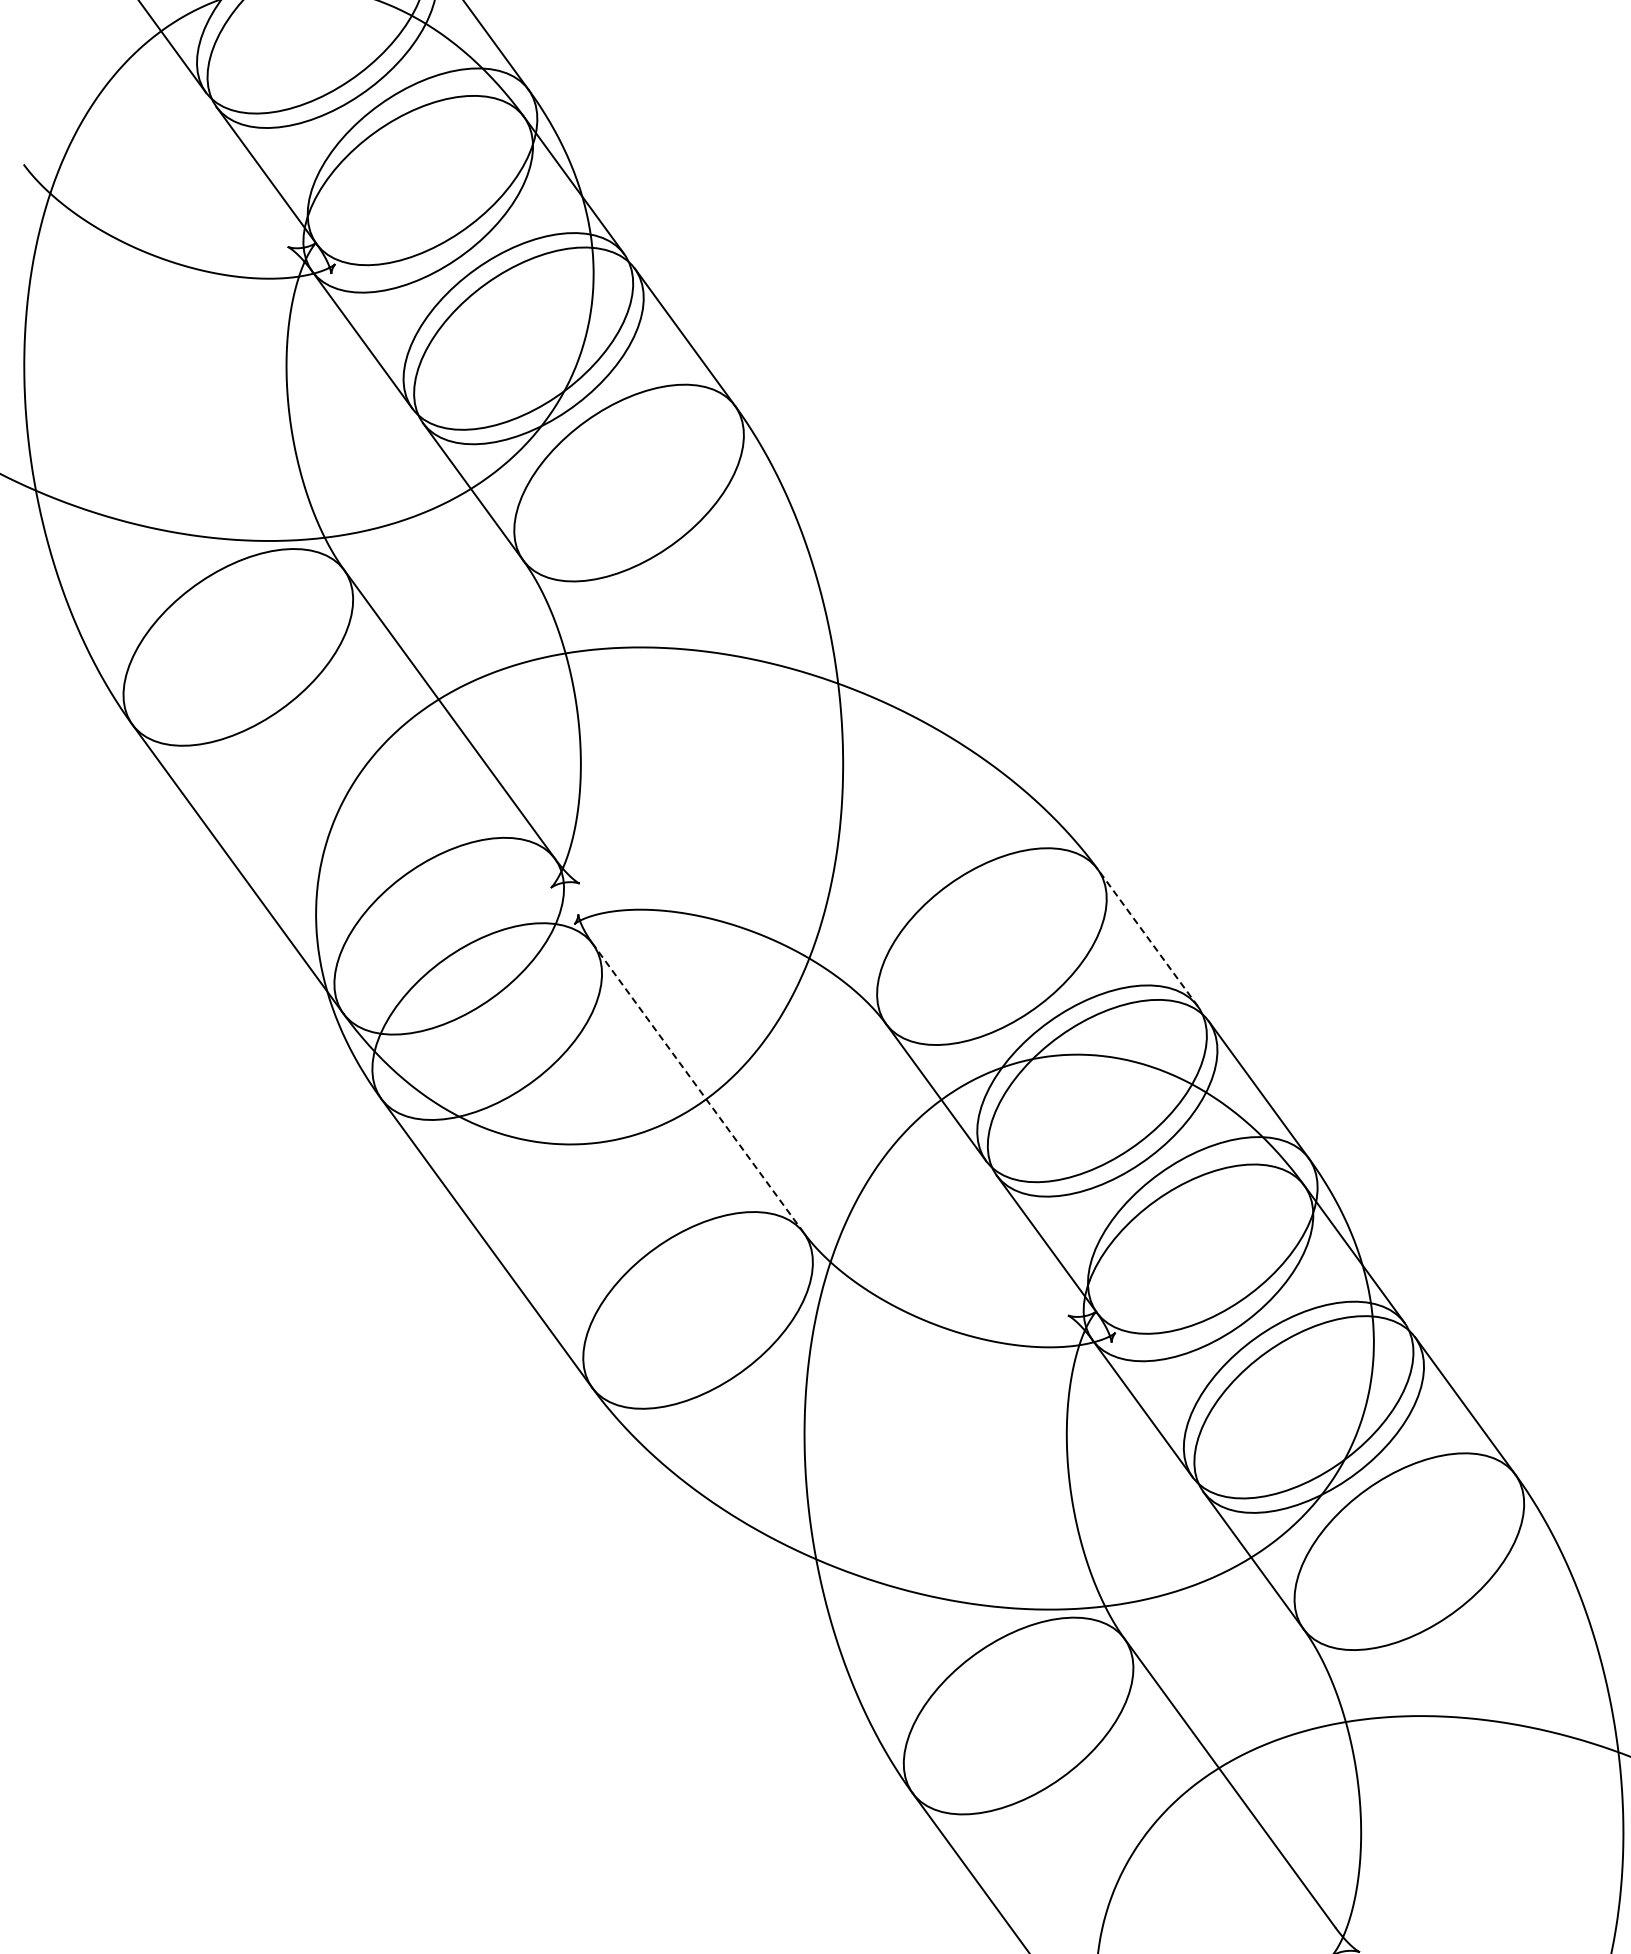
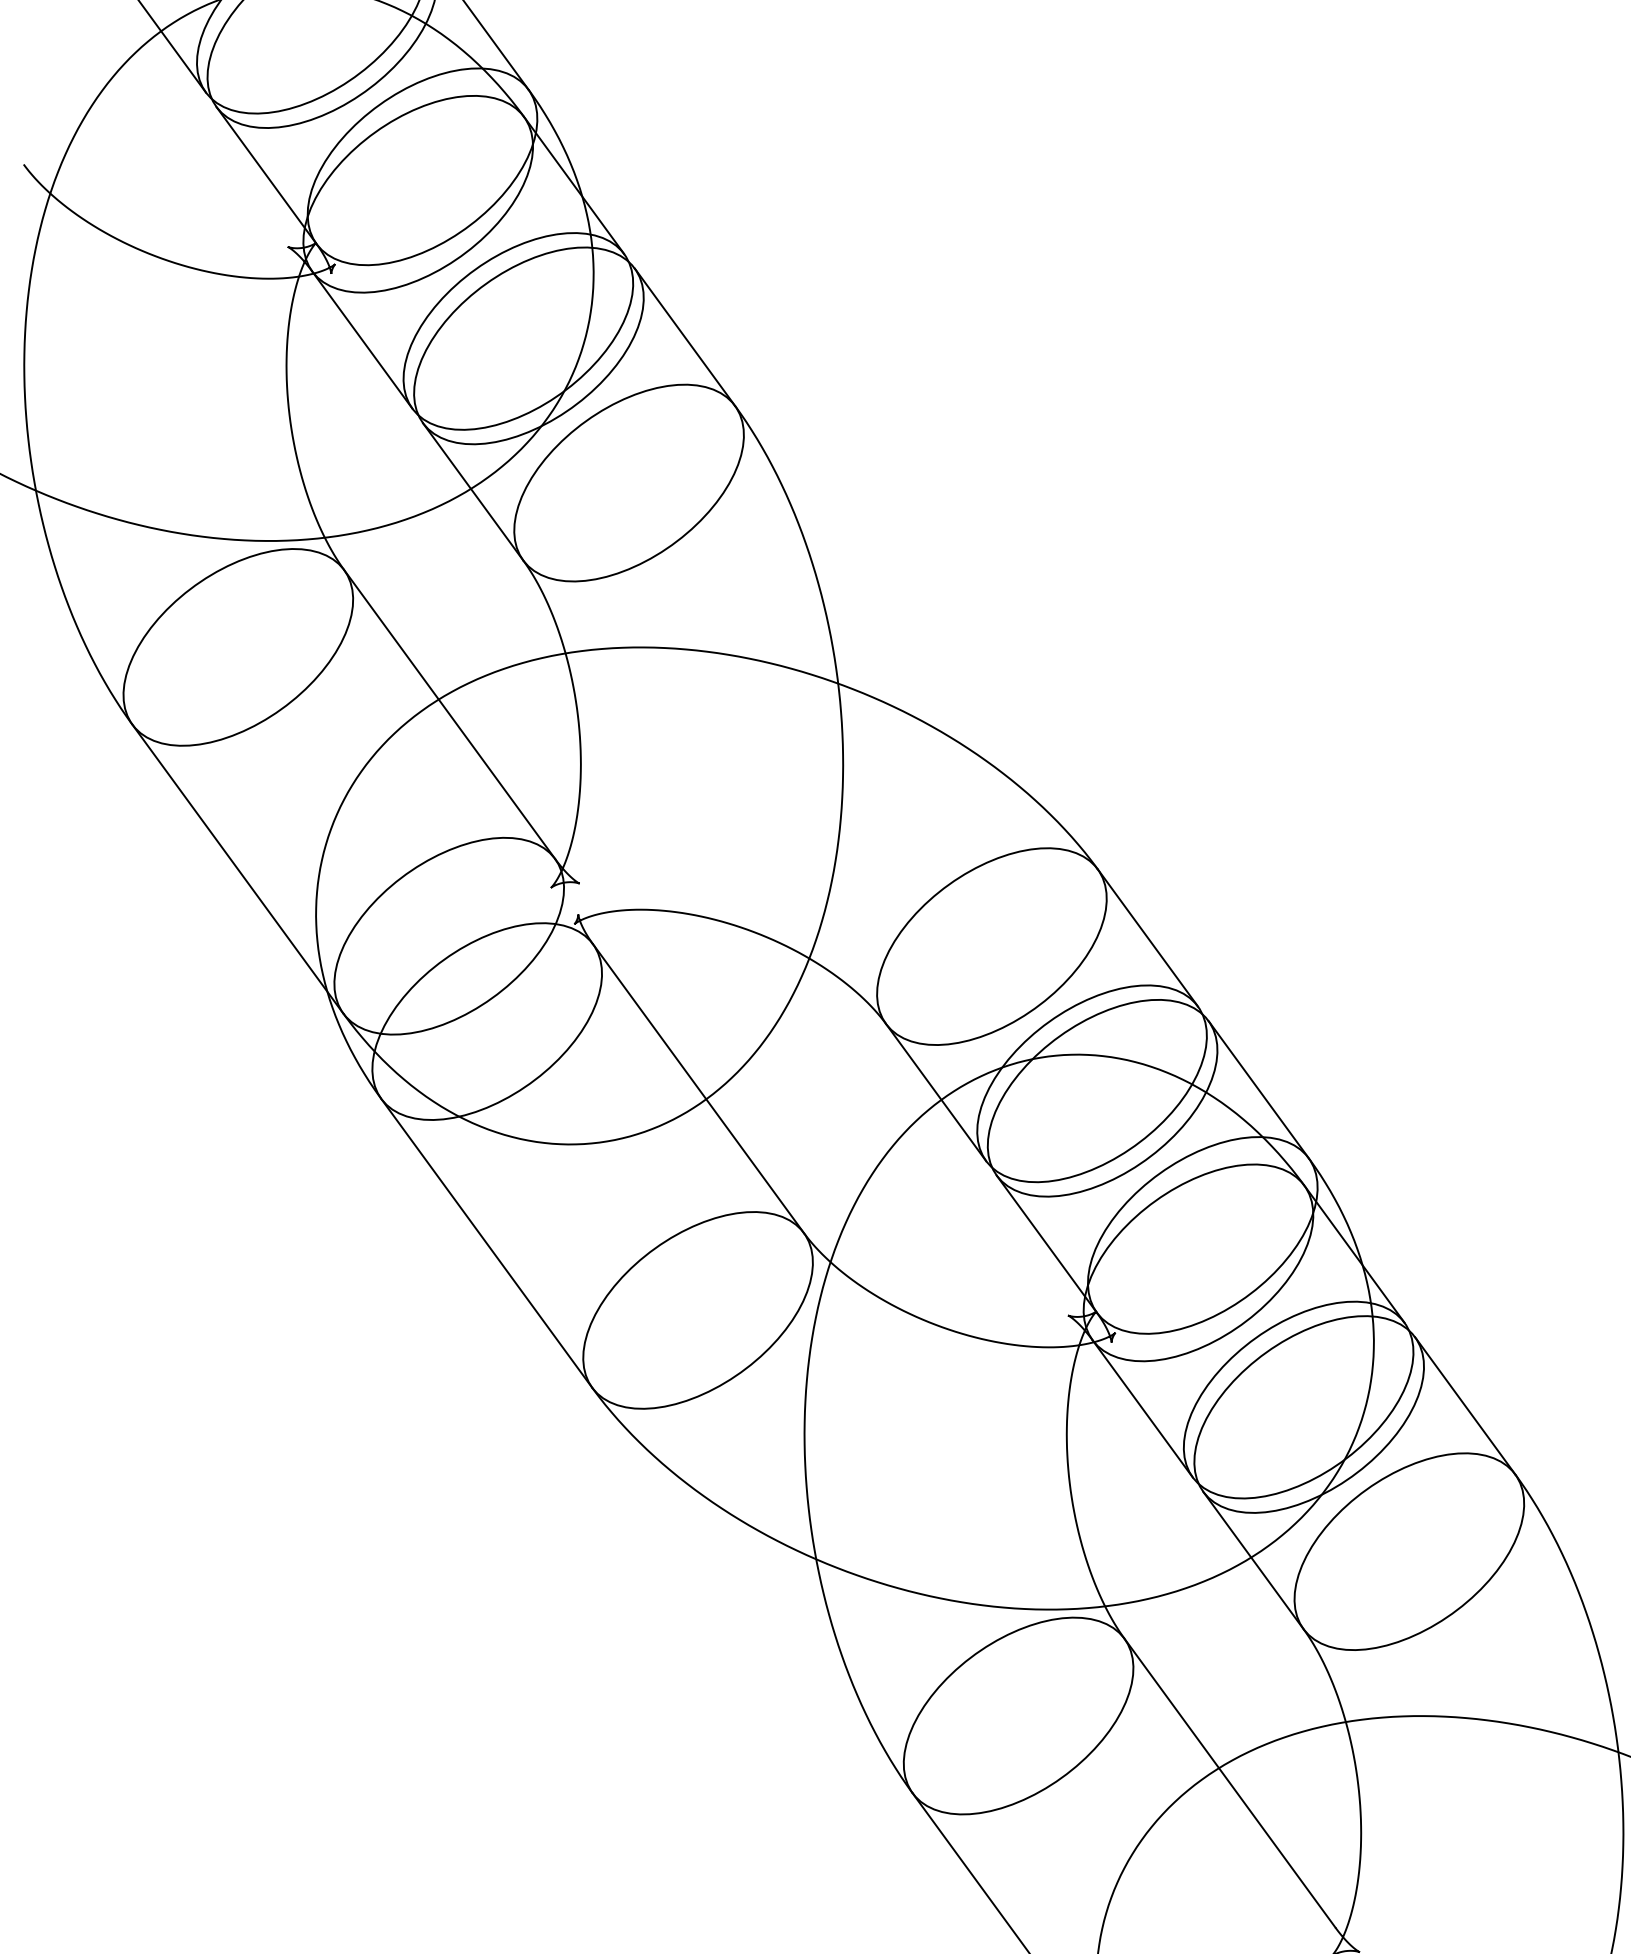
line at (1147, 937): dashed -> solid
line at (698, 1088): dashed -> solid
